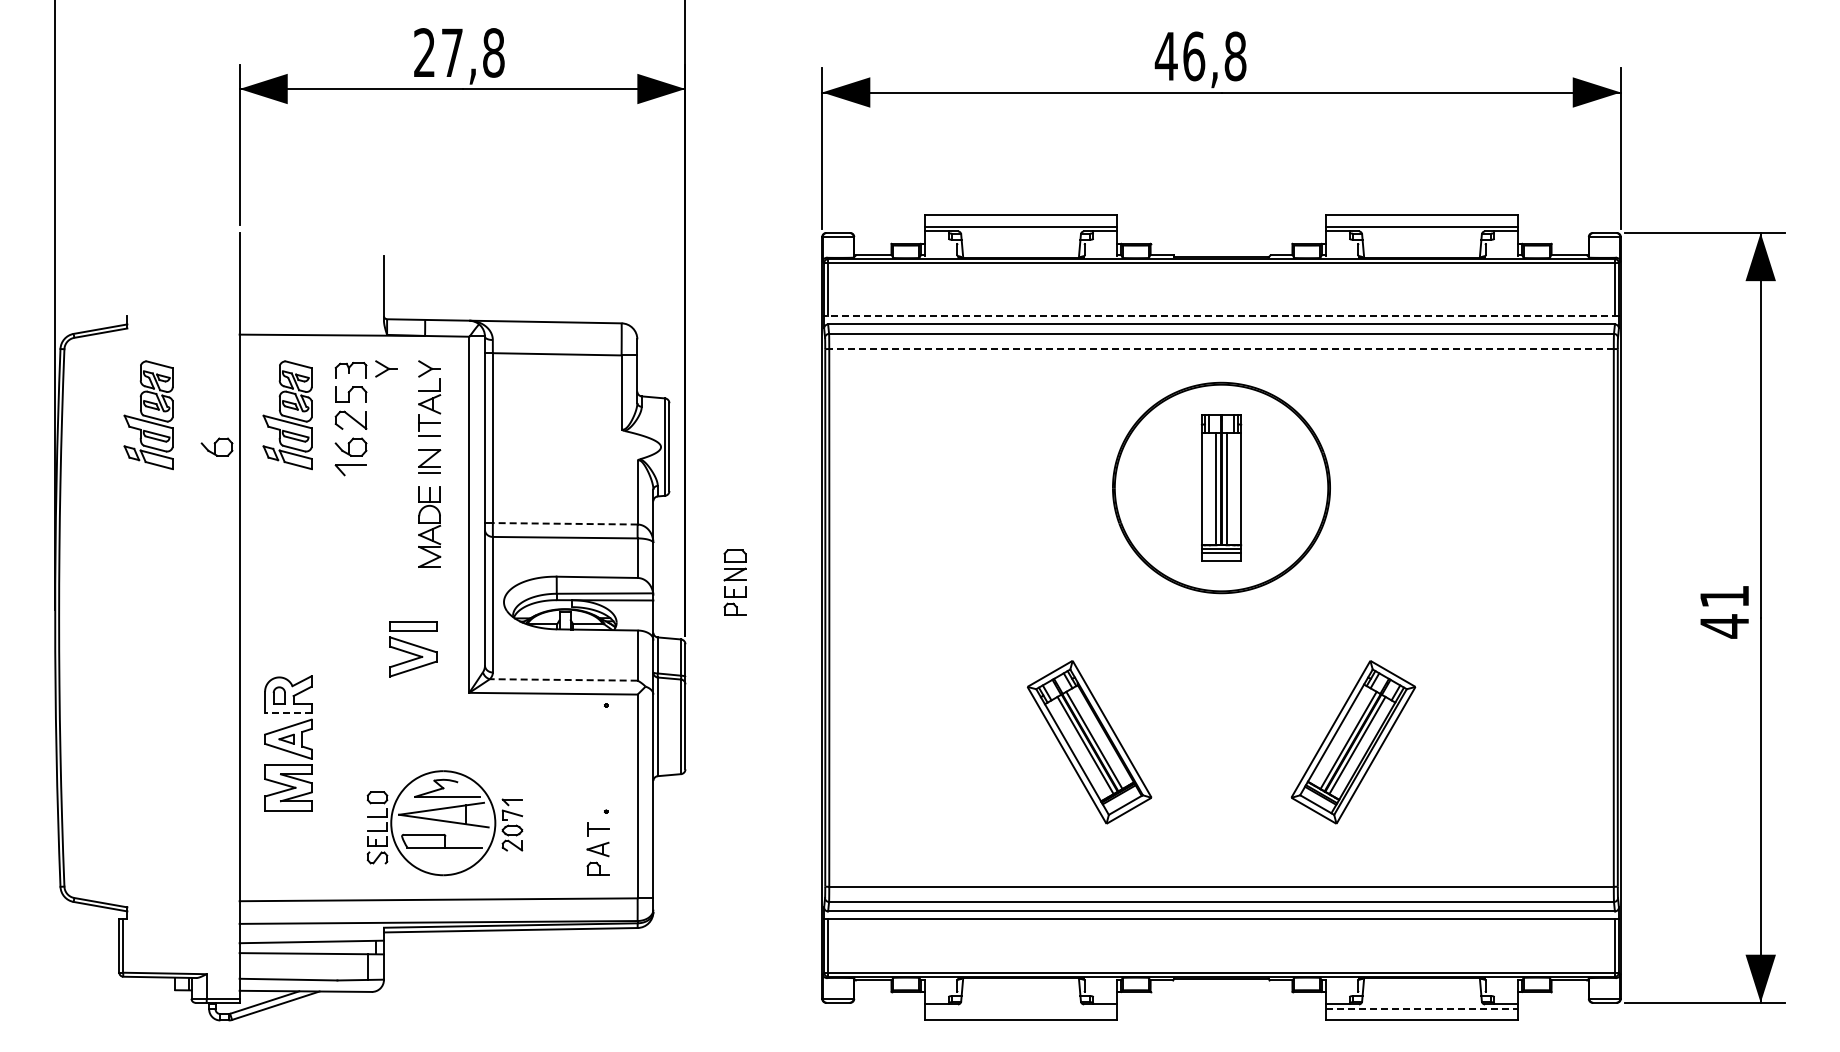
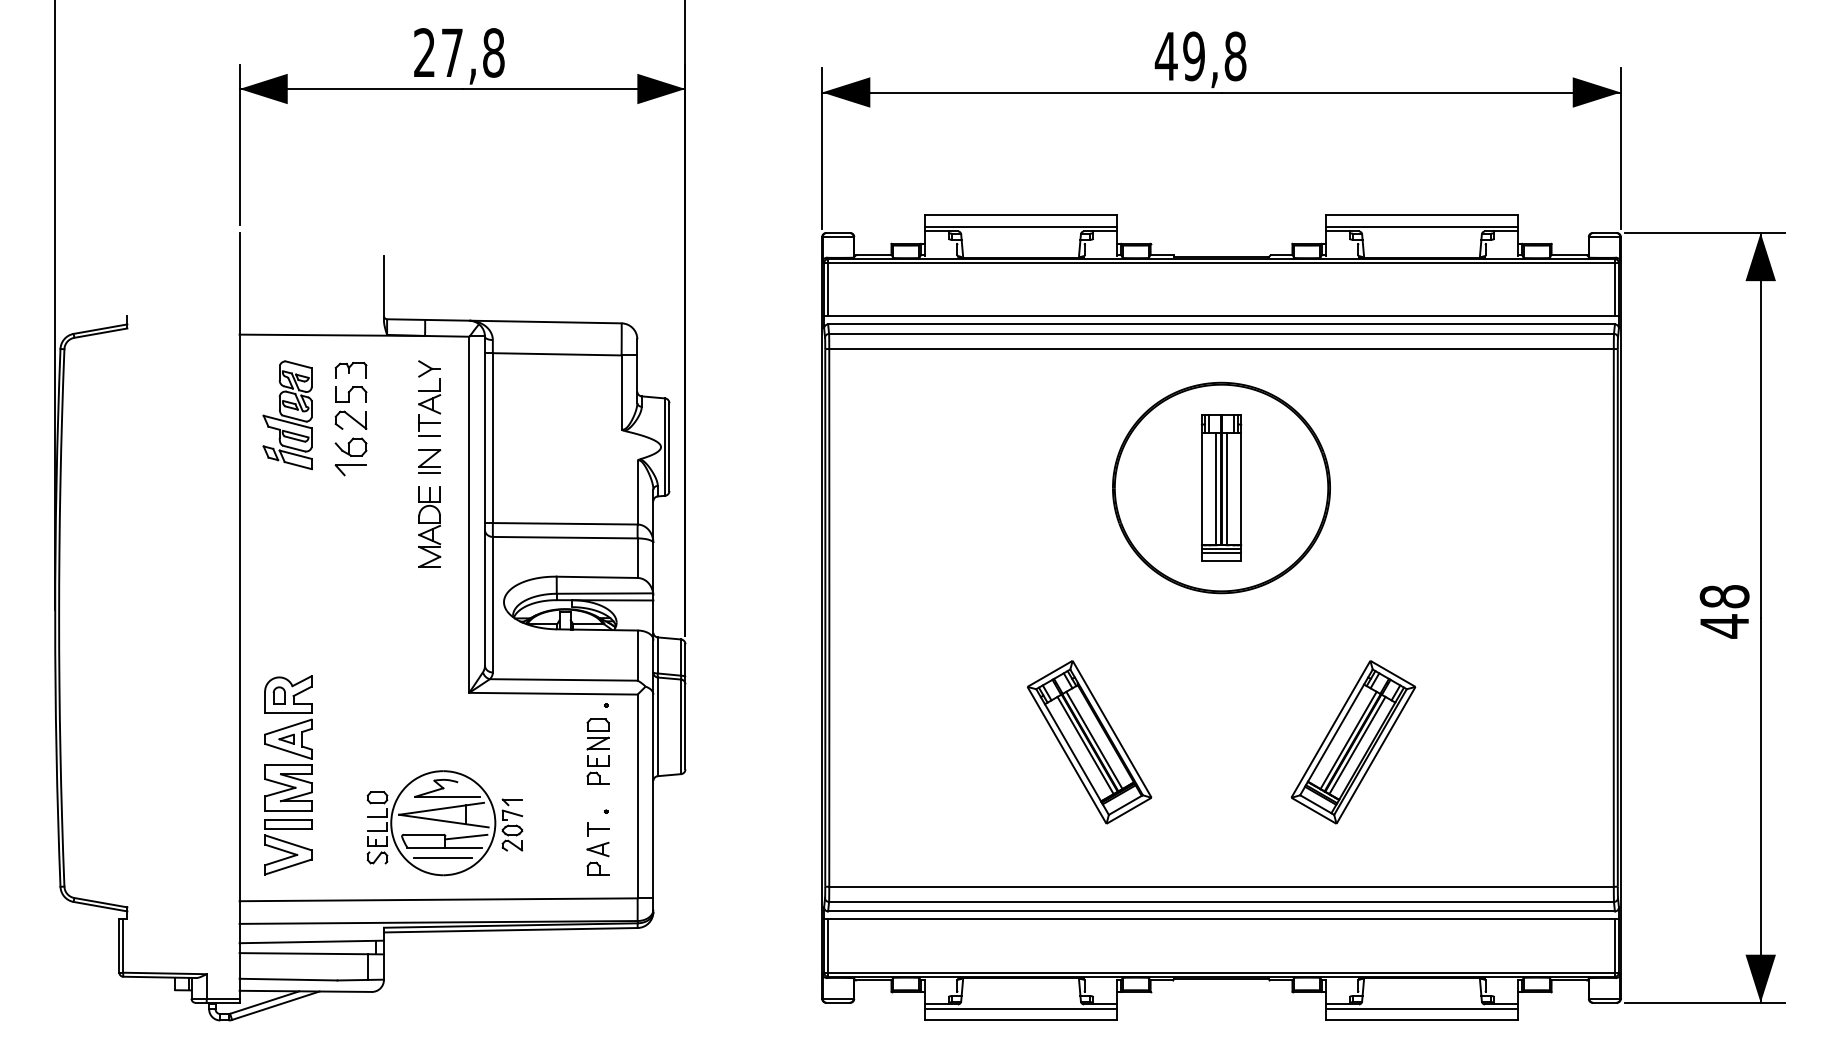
text at (1194, 56): 46,8 -> 49,8
line at (1221, 316): dashed -> solid
line at (1221, 349): dashed -> solid
part at (386, 368): present -> none
part at (148, 415): present -> none
part at (216, 446): present -> none
line at (564, 523): dashed -> solid
part at (734, 582) position: (734, 582) -> (597, 751)
text at (1724, 596): 41 -> 48
part at (413, 649) position: (413, 649) -> (288, 847)
line at (563, 679): dashed -> solid
line at (287, 713): dashed -> solid
line at (466, 836): none -> present
line at (443, 858): none -> present
line at (1020, 1009): none -> present
line at (1422, 1009): dashed -> solid
